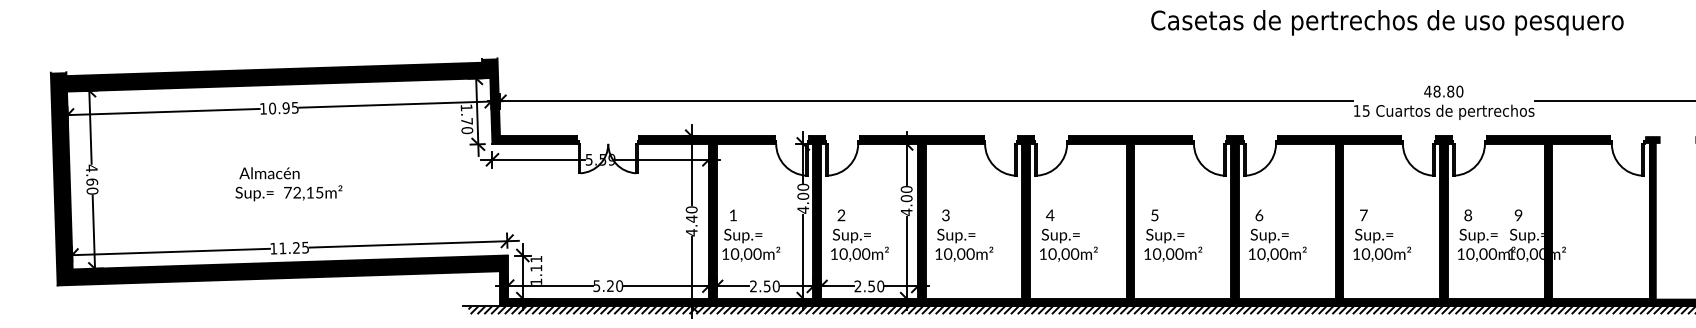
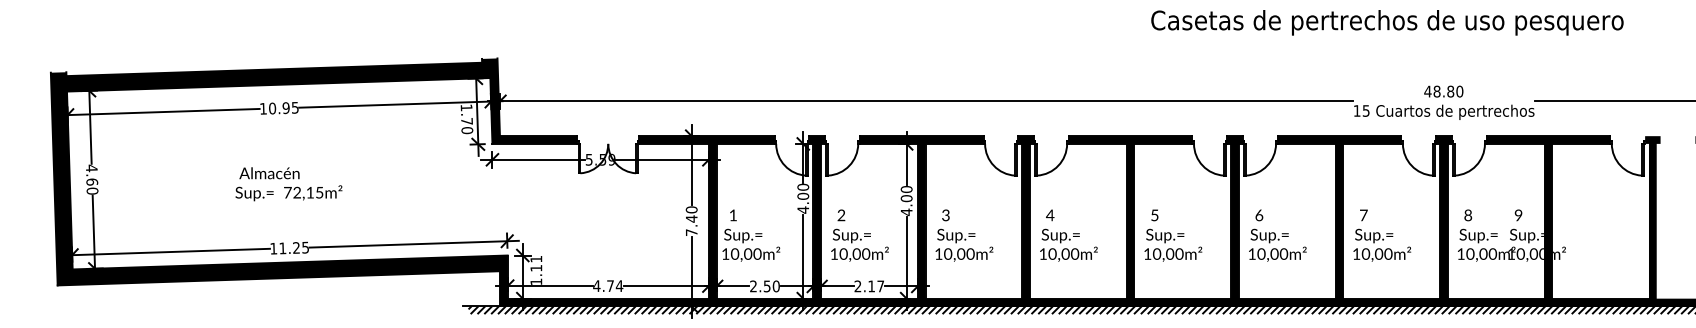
text at (691, 232): 4.40 -> 7.40
text at (608, 286): 5.20 -> 4.74
text at (876, 286): 2.50 -> 2.17
